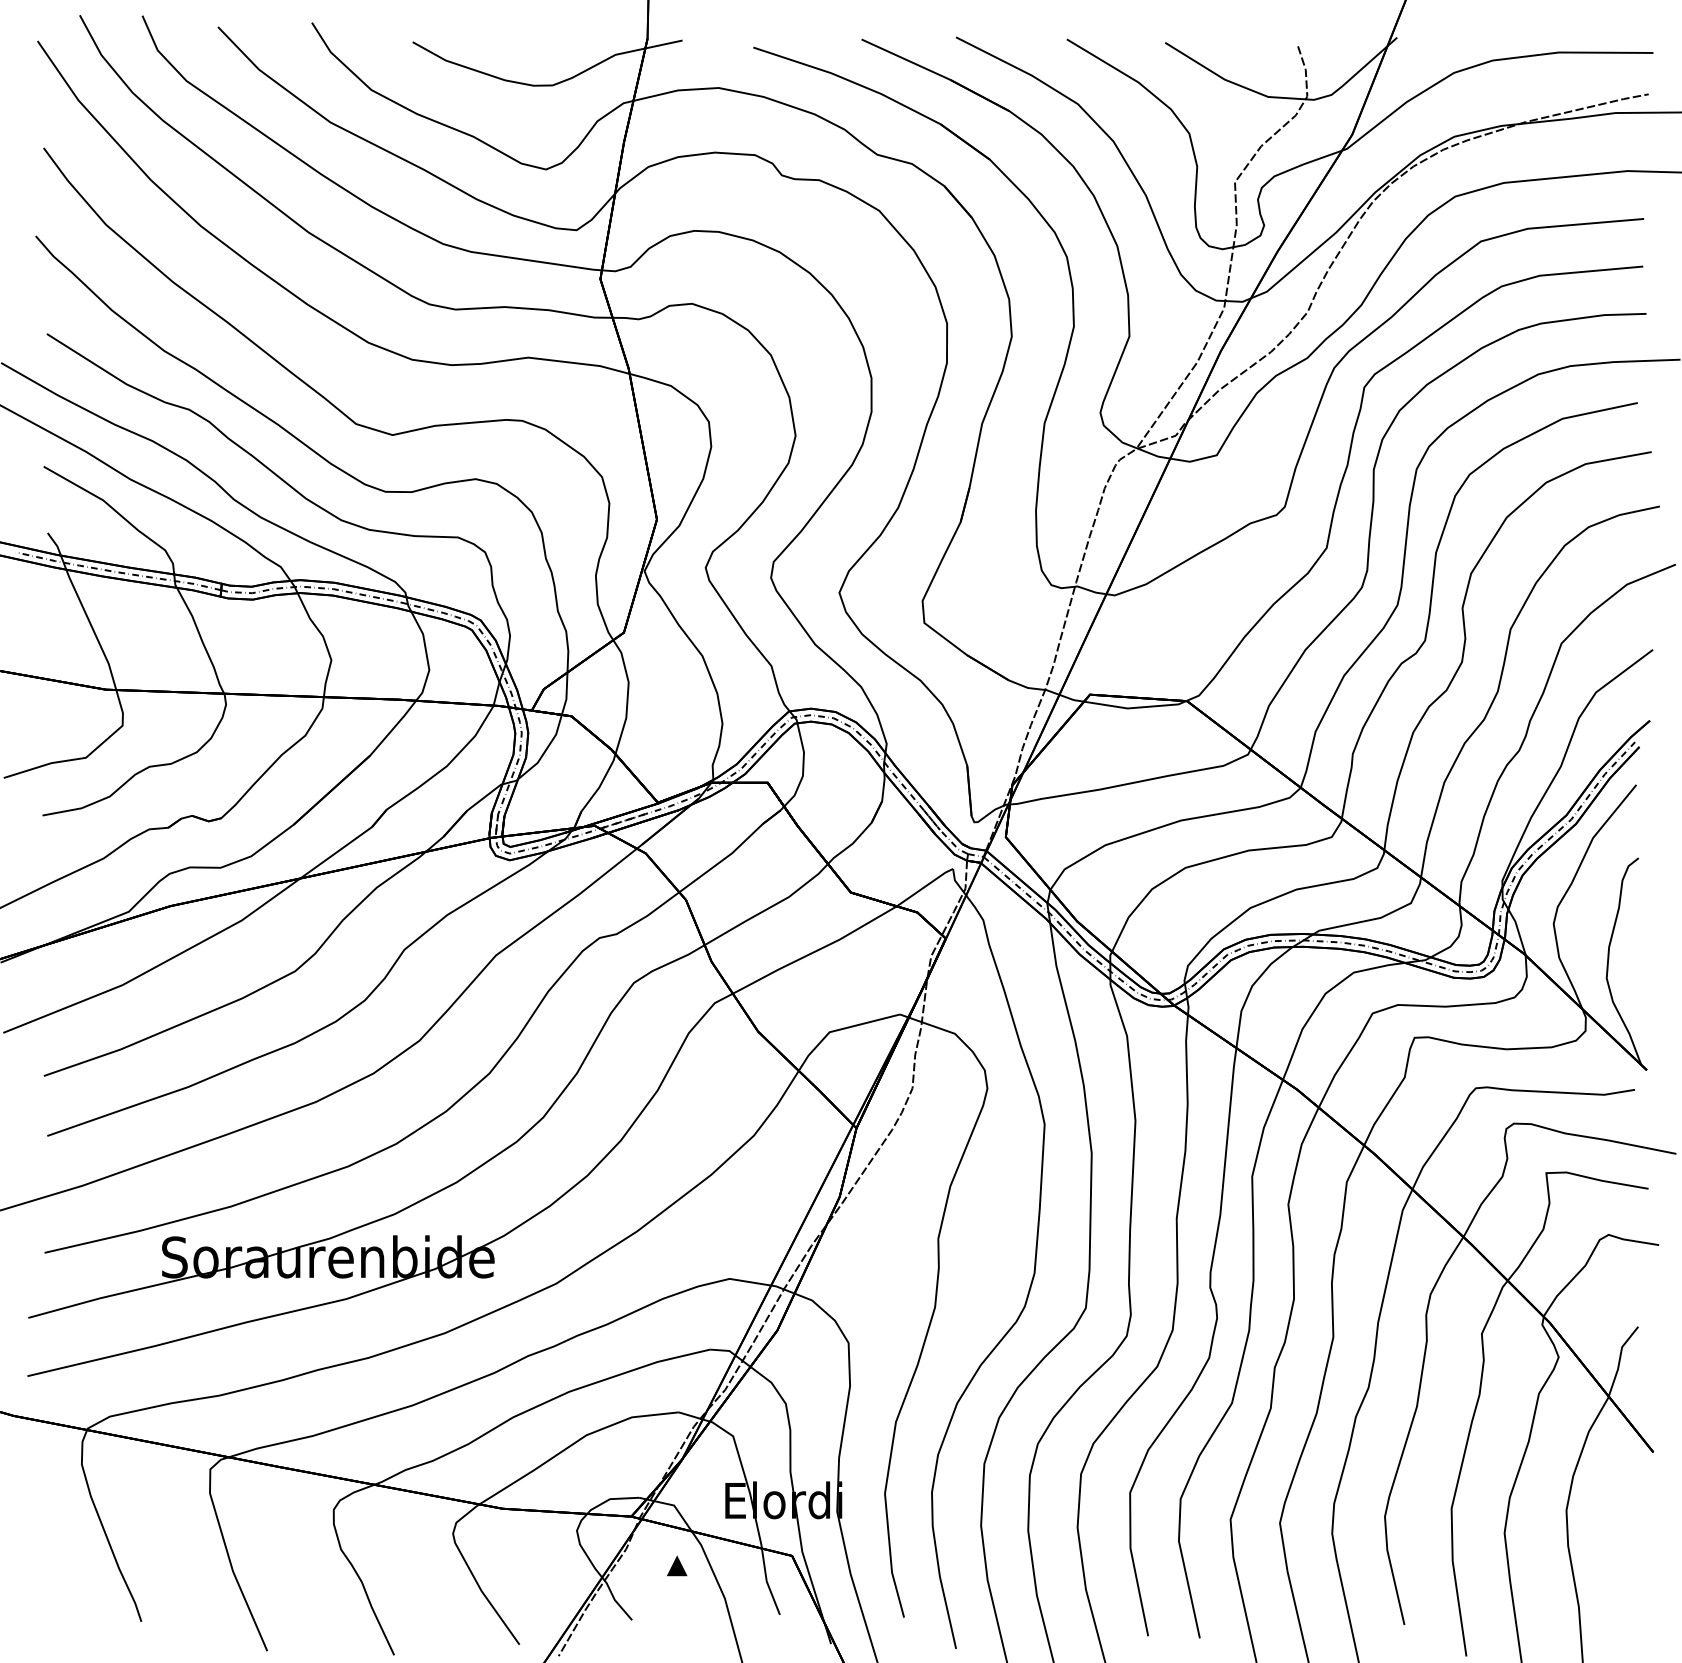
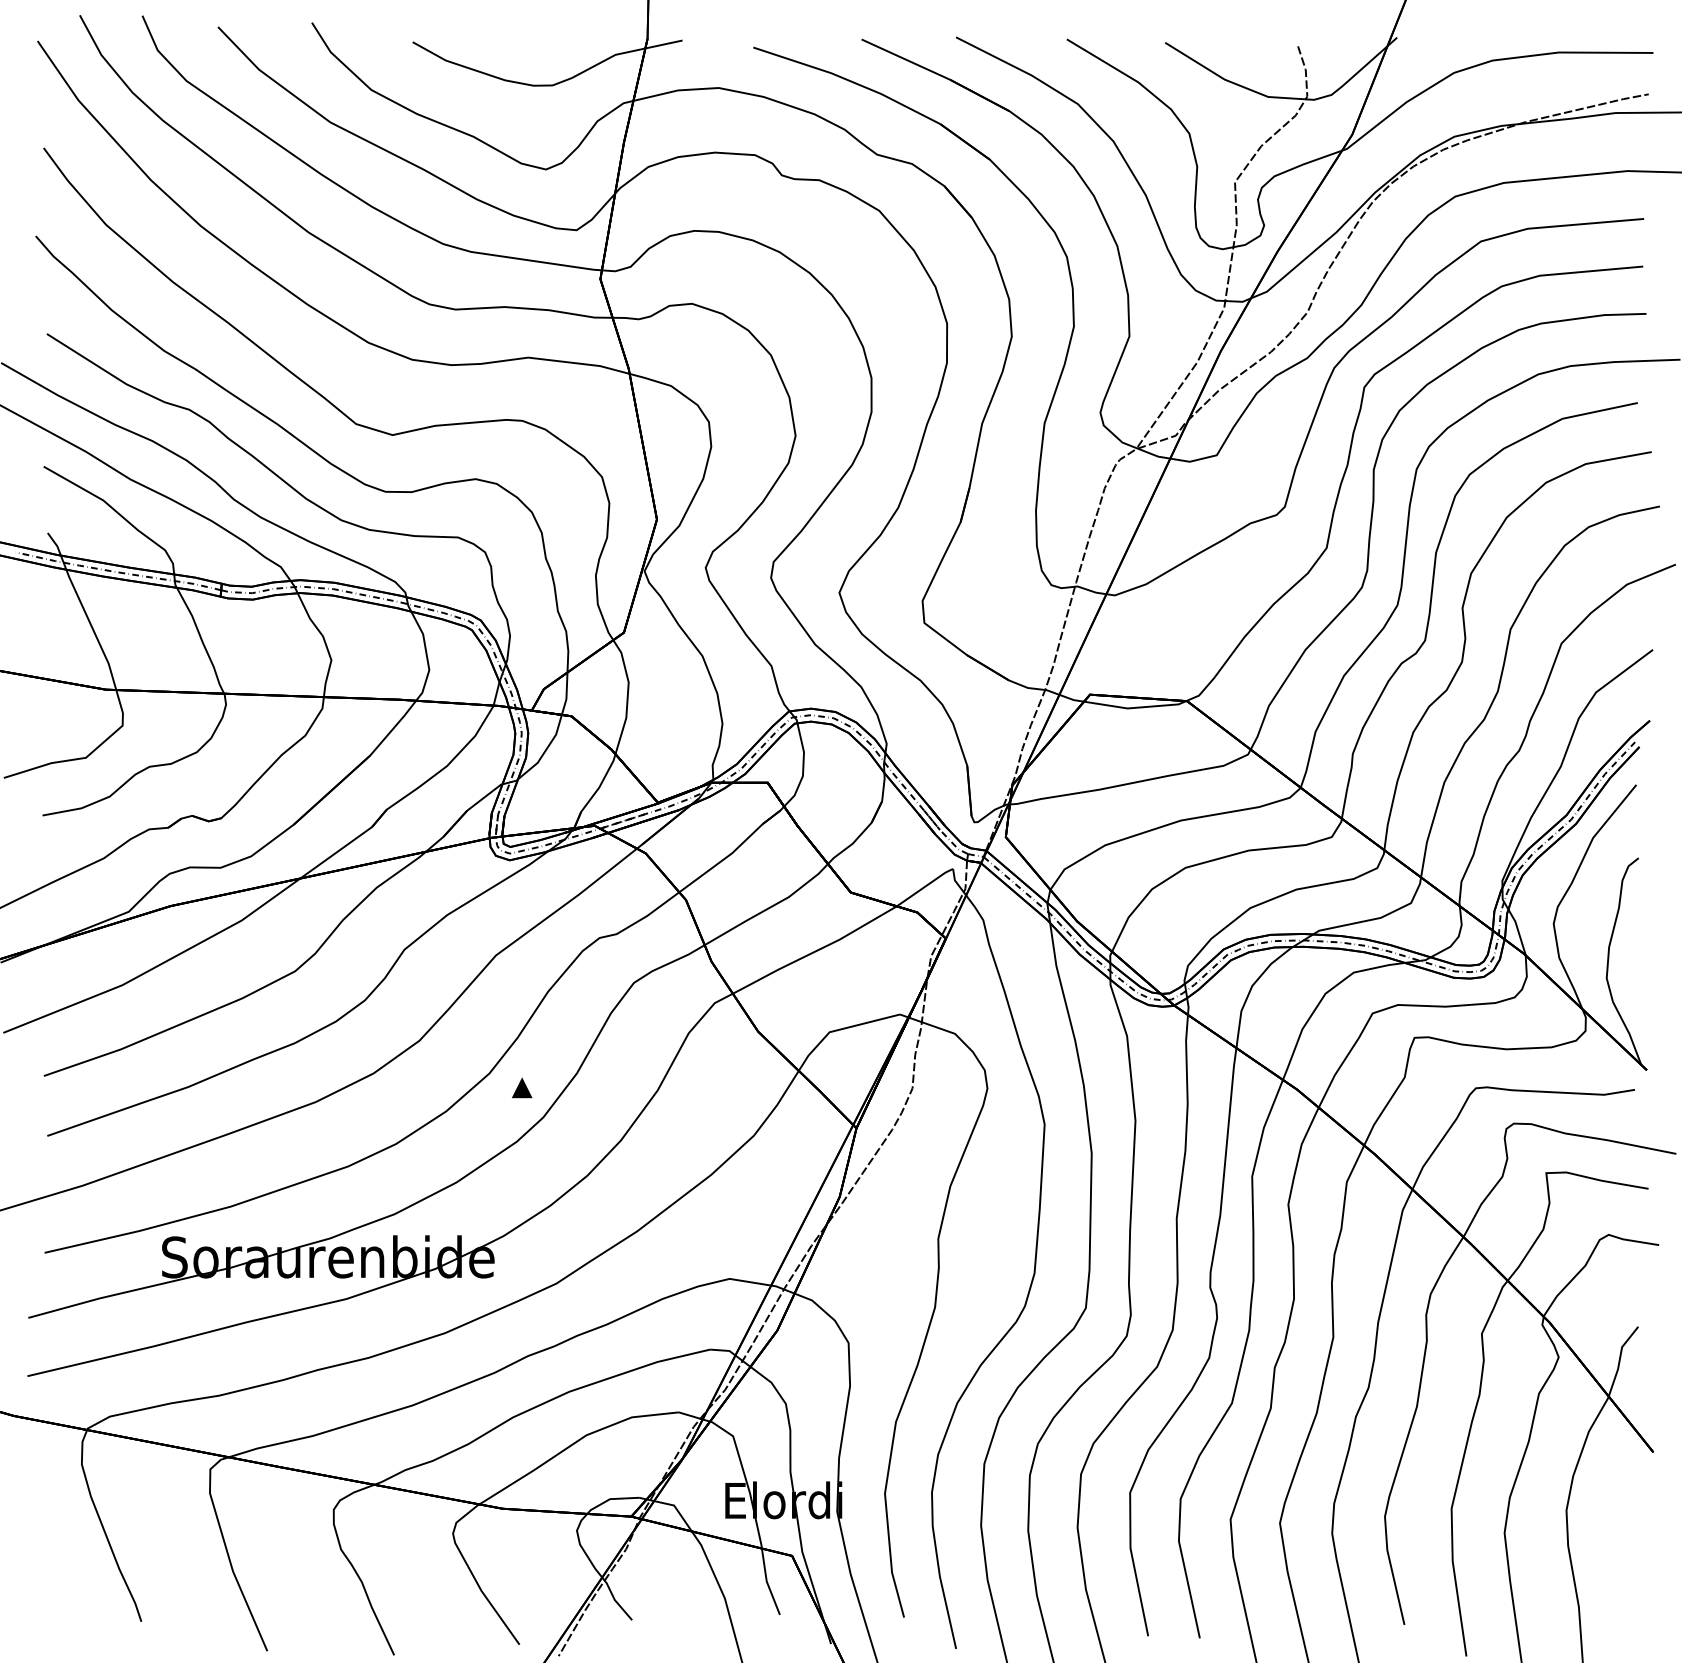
part at (677, 1565) position: (677, 1565) -> (522, 1087)
